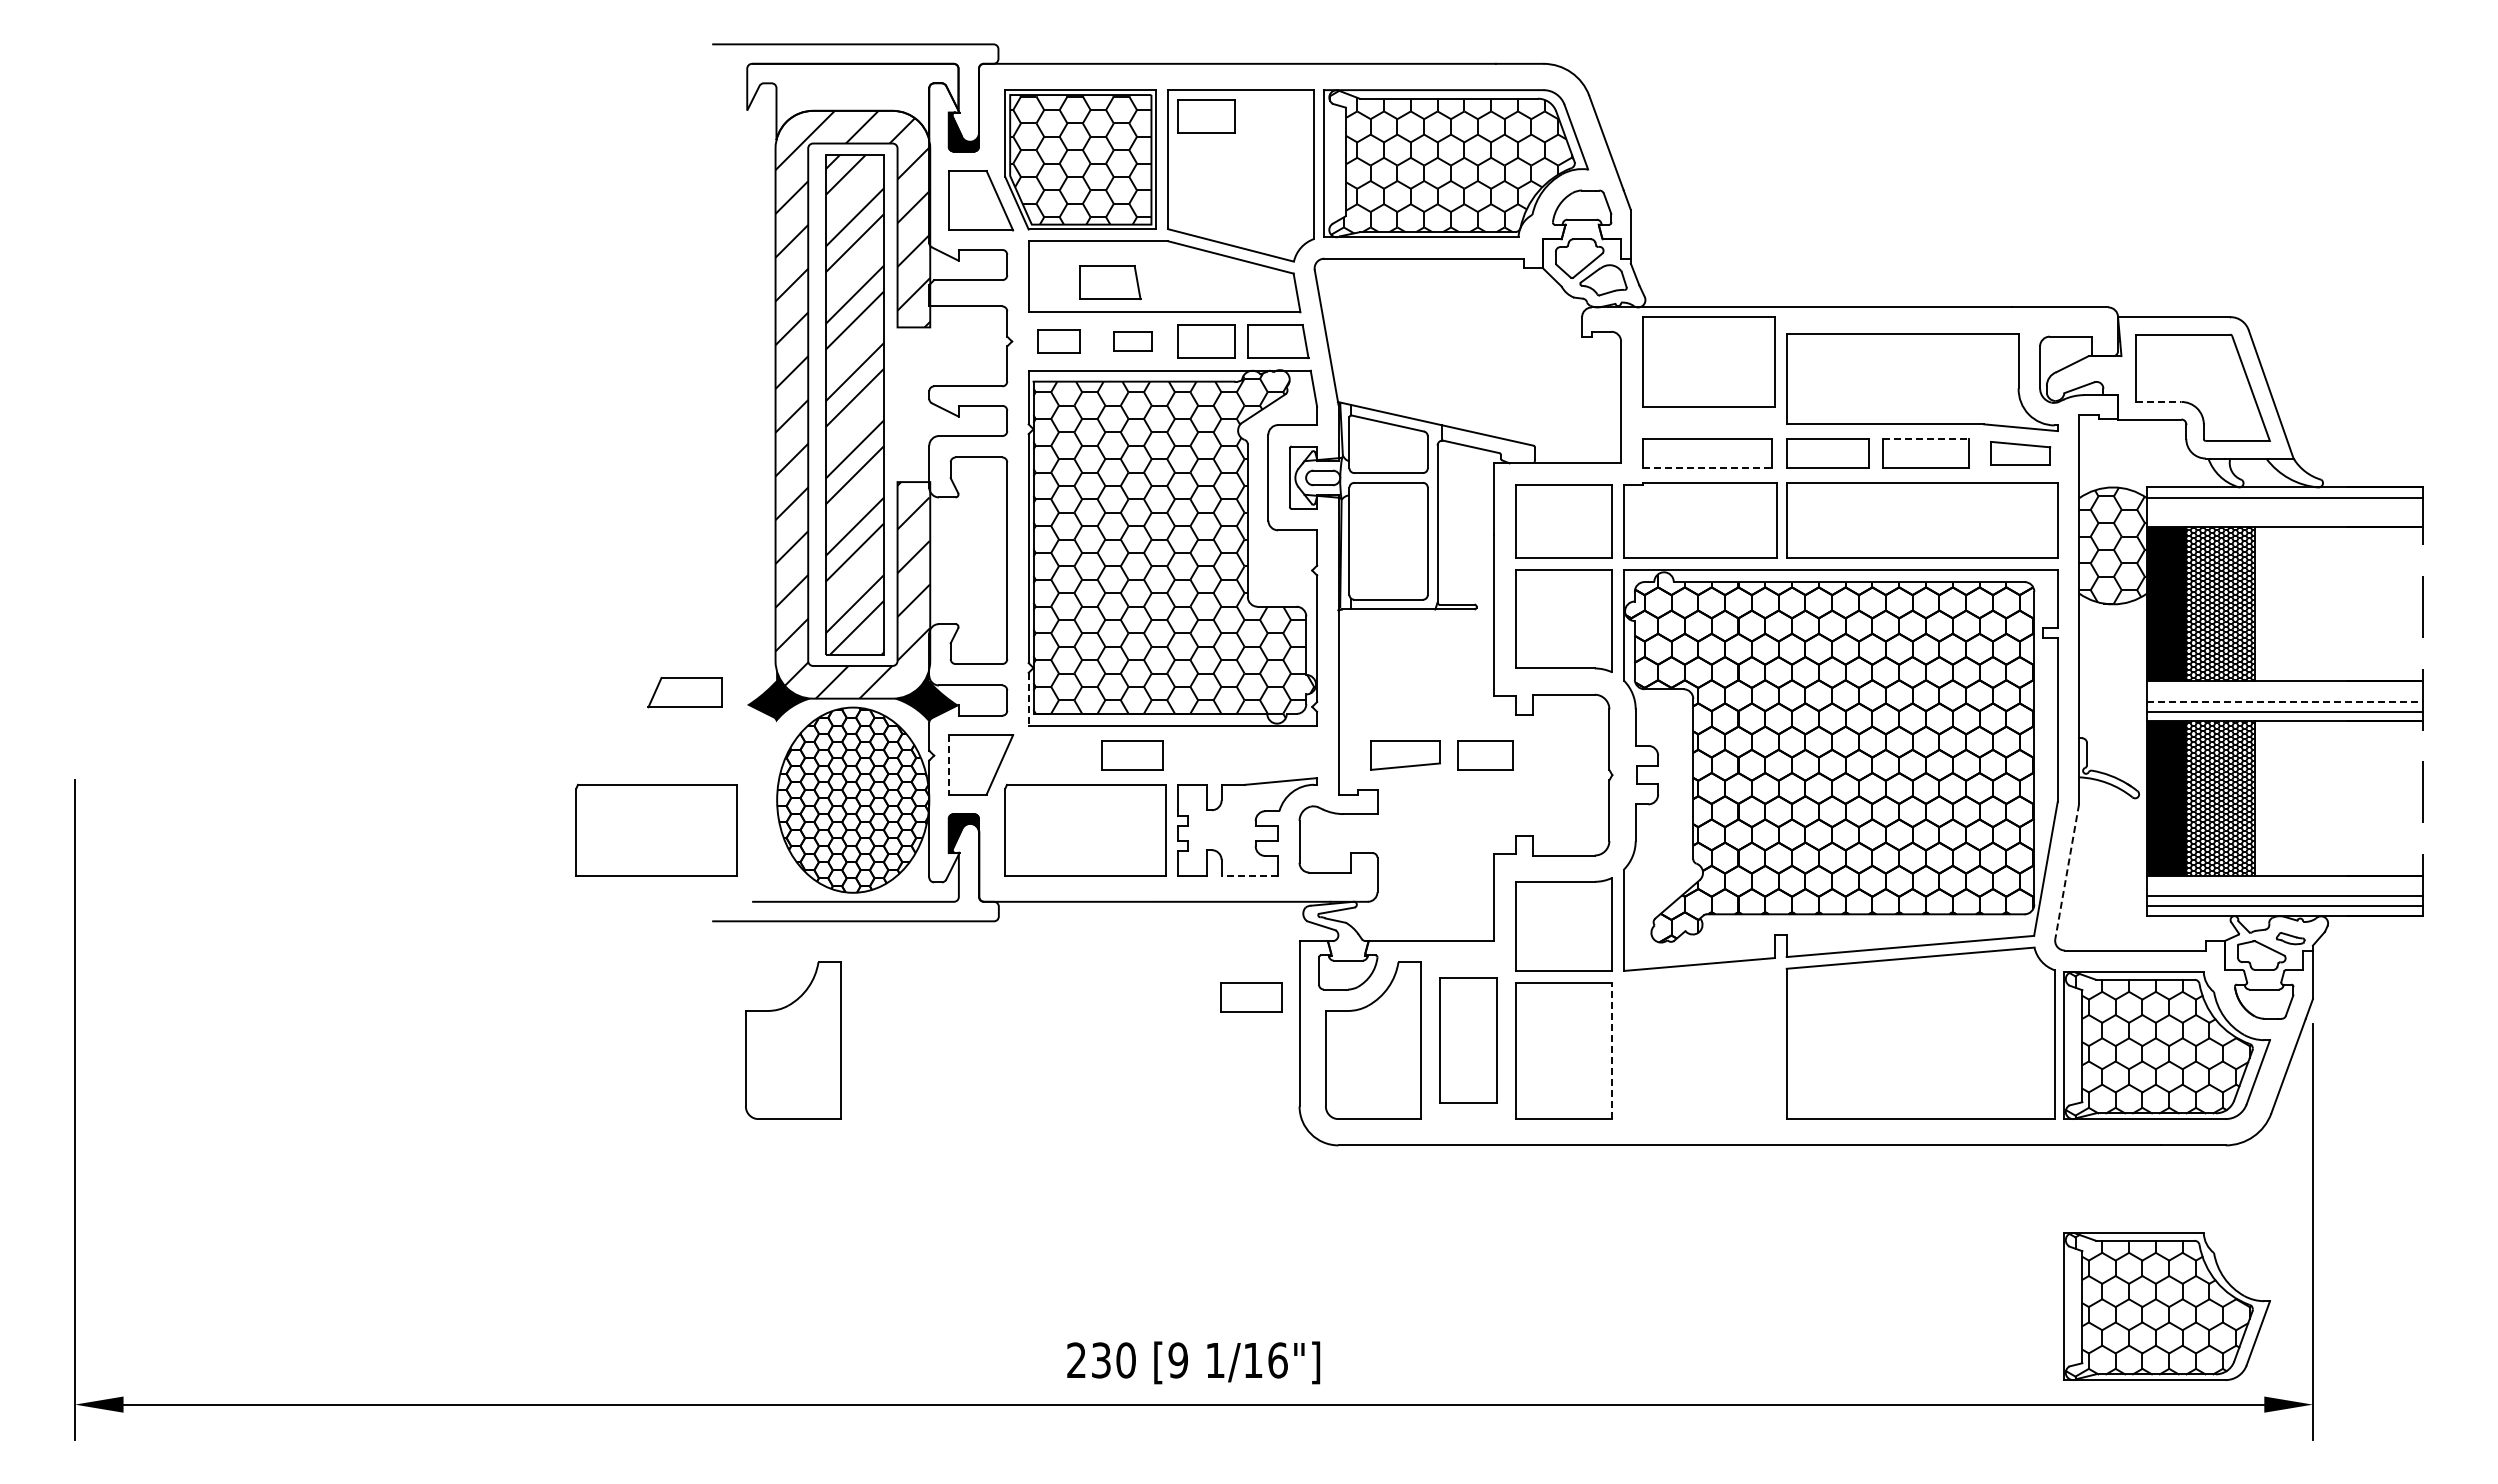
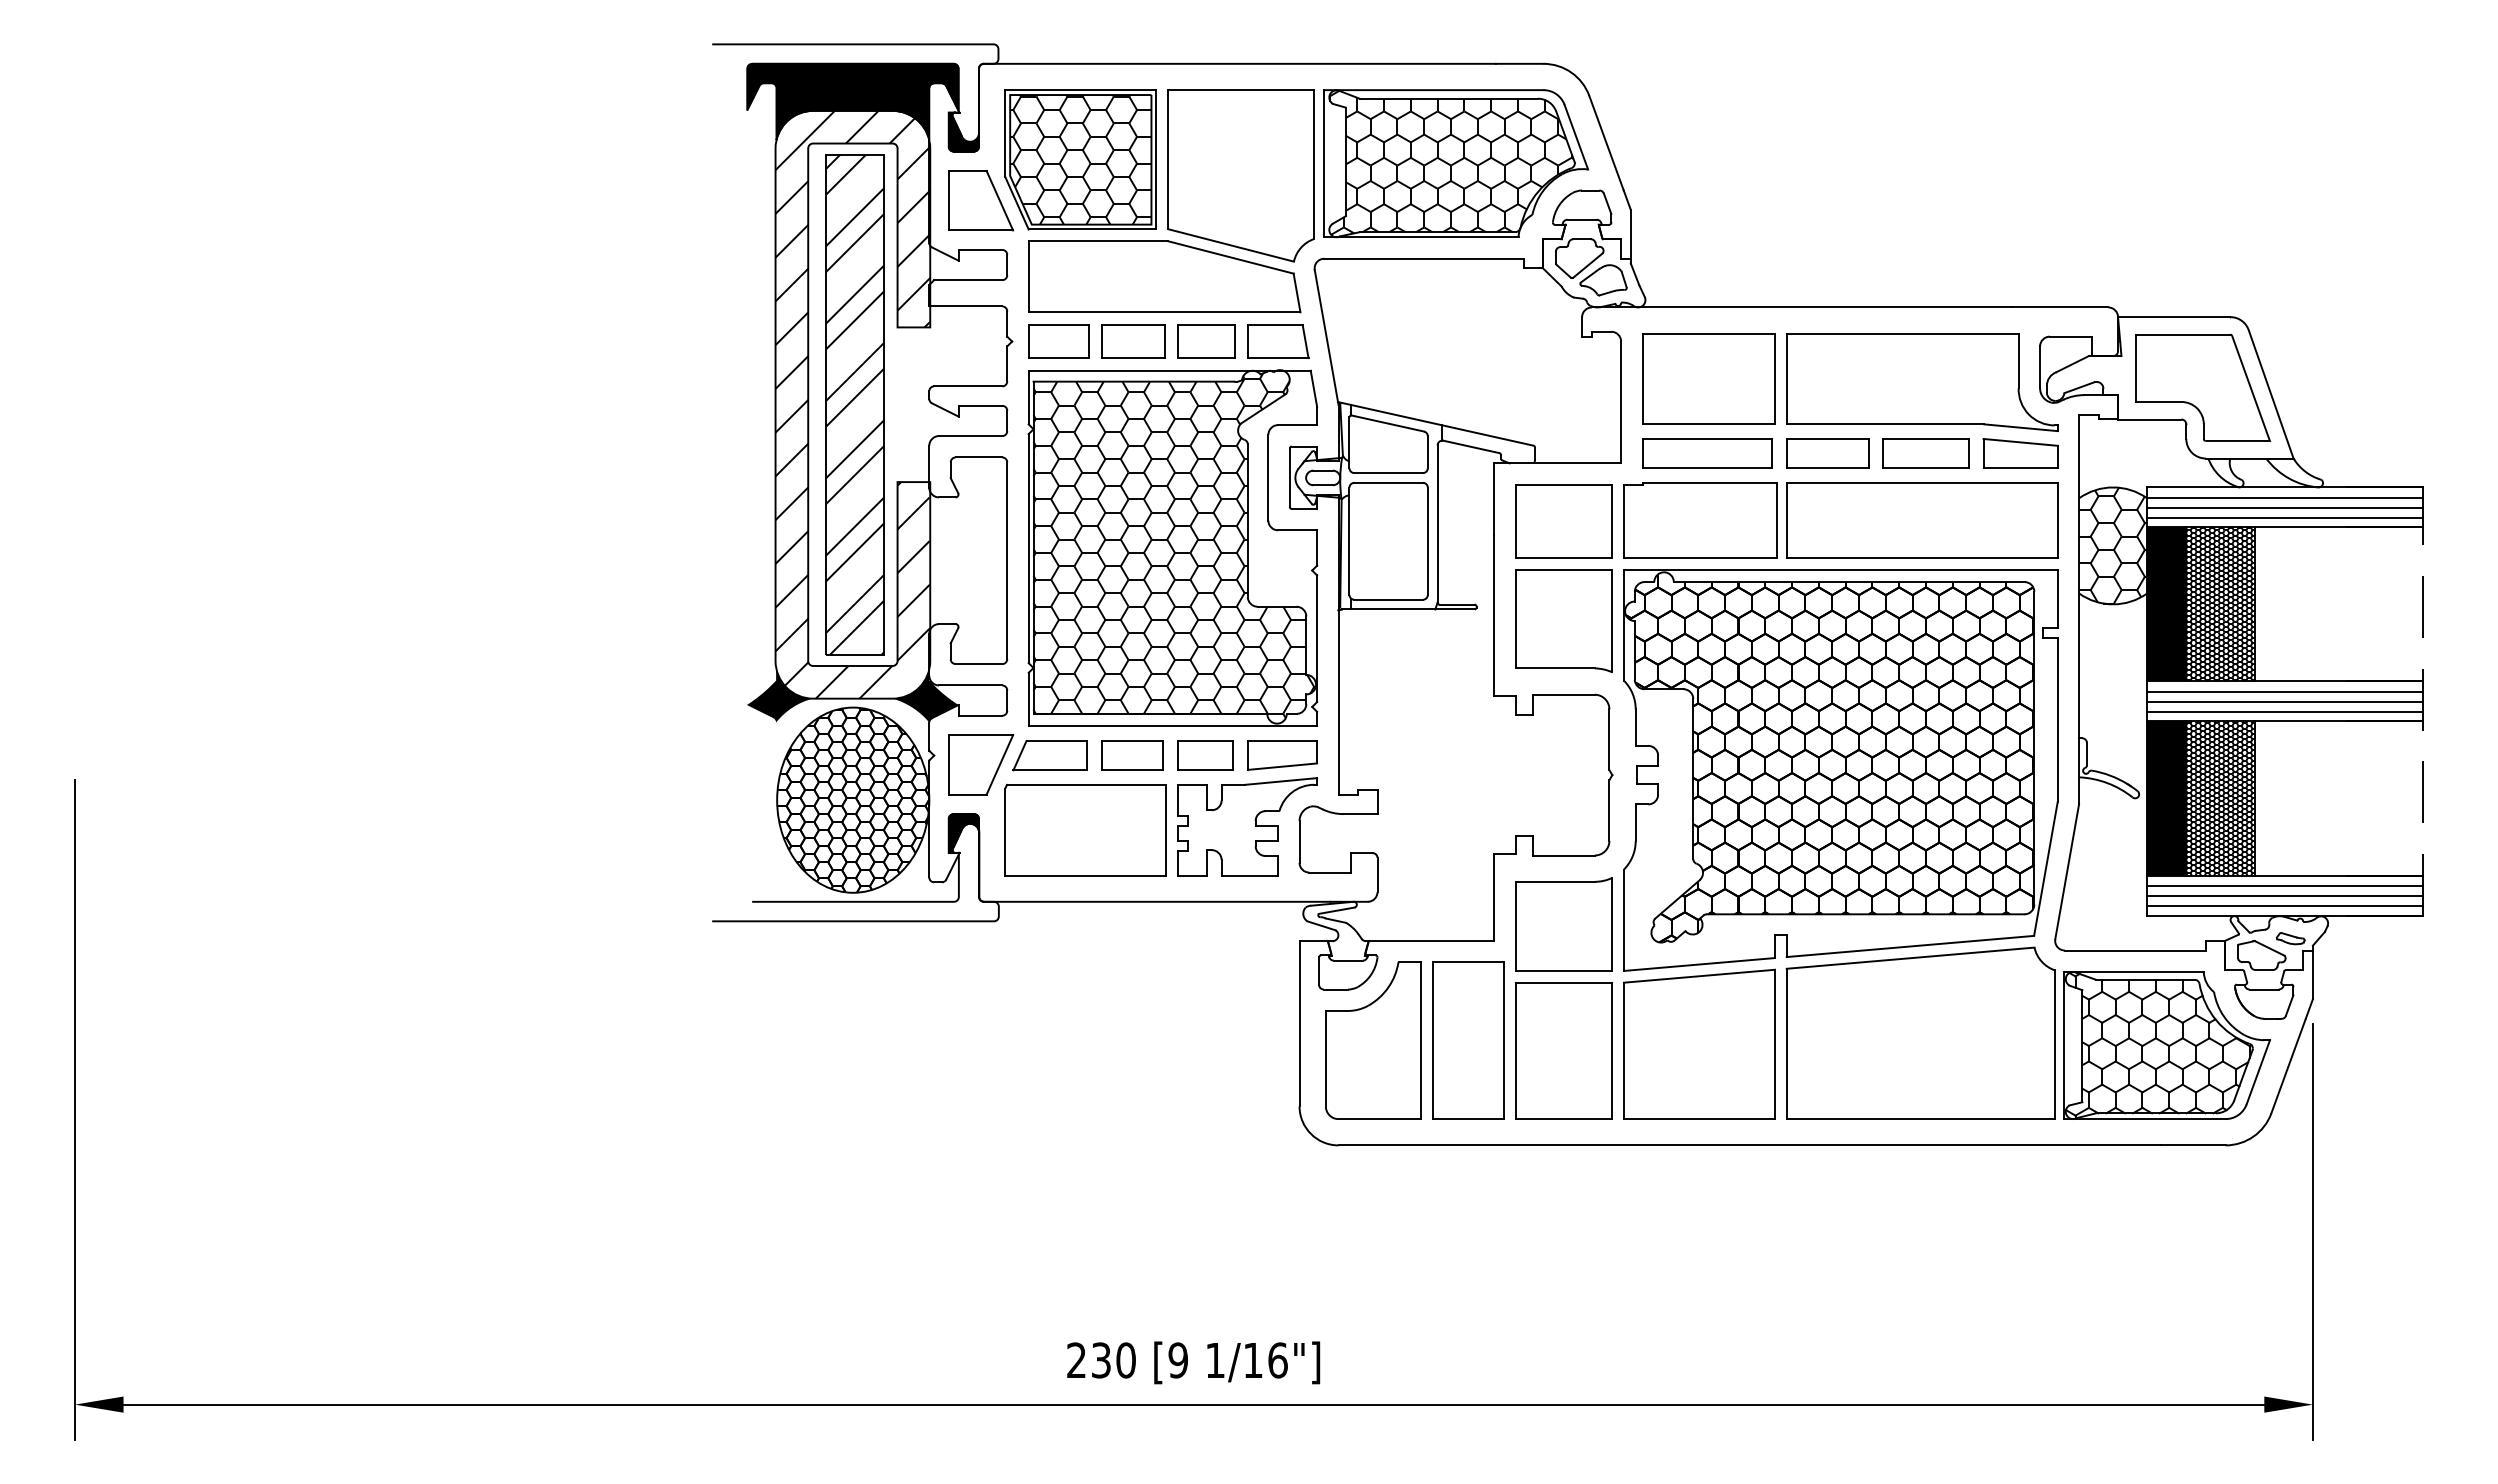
fill at (852, 101): none -> present
part at (1206, 116): present -> none
part at (1110, 282): present -> none
part at (1058, 341) size: 44x25 px -> 62x35 px
part at (1132, 341) size: 40x21 px -> 65x35 px
part at (1708, 361) position: (1708, 361) -> (1708, 378)
line at (2158, 401): dashed -> solid
line at (1926, 438): dashed -> solid
part at (2020, 453) size: 62x25 px -> 77x31 px
line at (1707, 468): dashed -> solid
line at (2285, 507): none -> present
line at (2285, 517): none -> present
line at (2285, 691): none -> present
part at (684, 692) position: (684, 692) -> (1049, 755)
line at (1028, 699): dashed -> solid
line at (2285, 701): dashed -> solid
part at (1405, 755) position: (1405, 755) -> (1282, 755)
part at (1485, 755) position: (1485, 755) -> (1205, 755)
line at (948, 764): dashed -> solid
part at (656, 829): present -> none
line at (2067, 872): dashed -> solid
line at (1249, 875): dashed -> solid
line at (2285, 885): none -> present
part at (1251, 997): present -> none
part at (793, 1040): present -> none
part at (1468, 1040) size: 59x127 px -> 73x159 px
part at (1699, 1043): none -> present
line at (1612, 1050): dashed -> solid
part at (2166, 1306): present -> none
